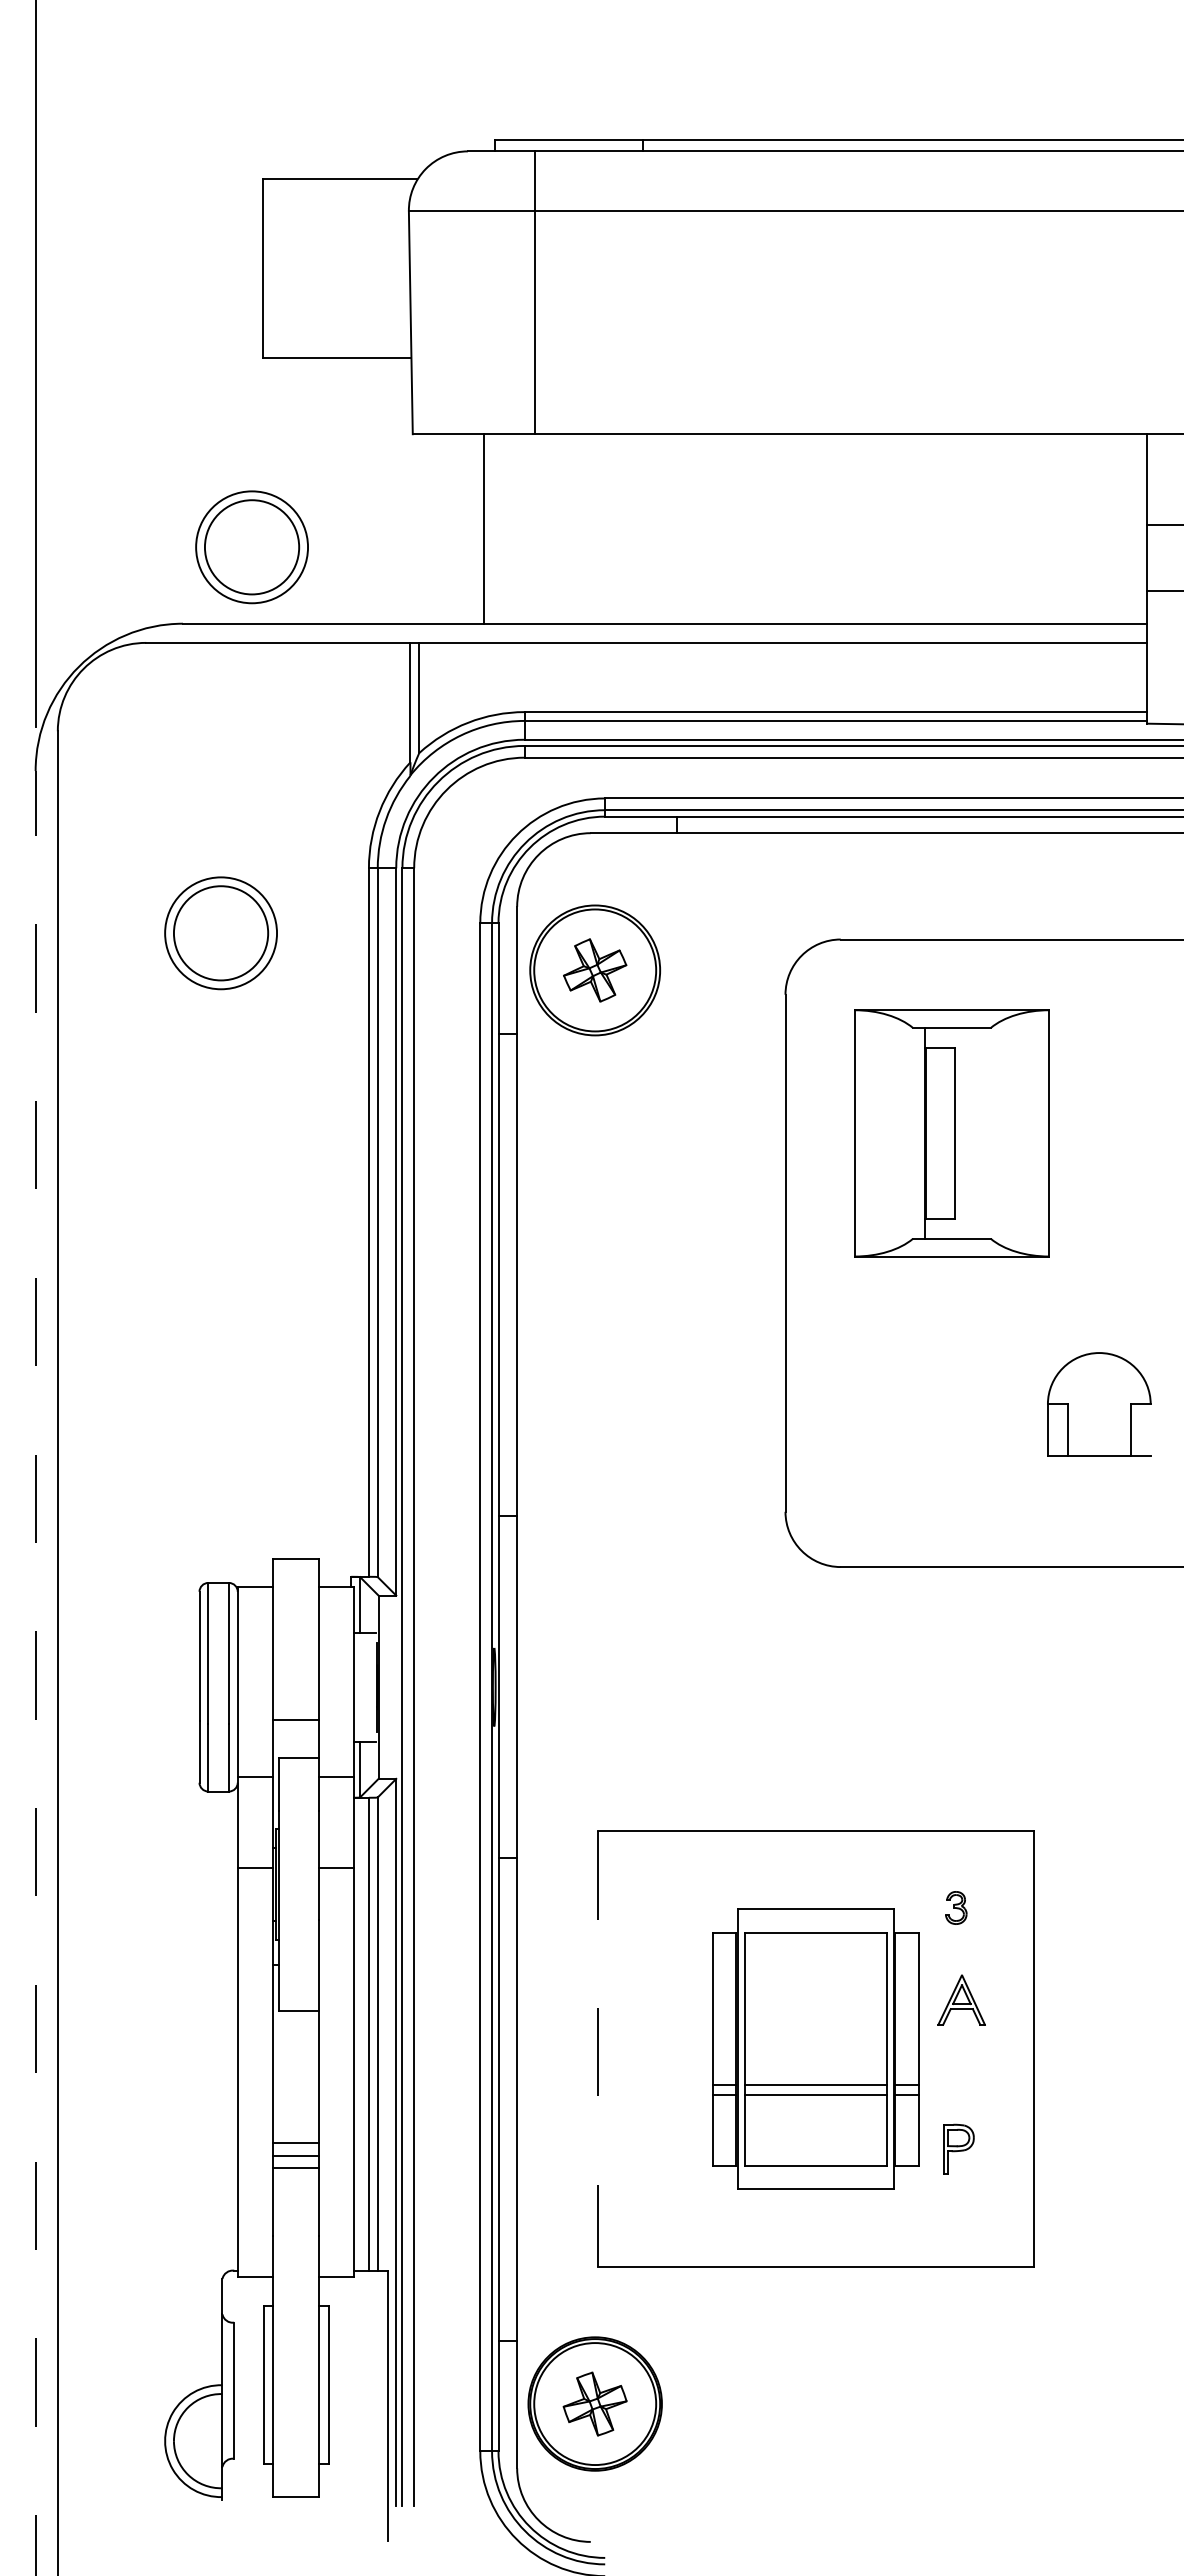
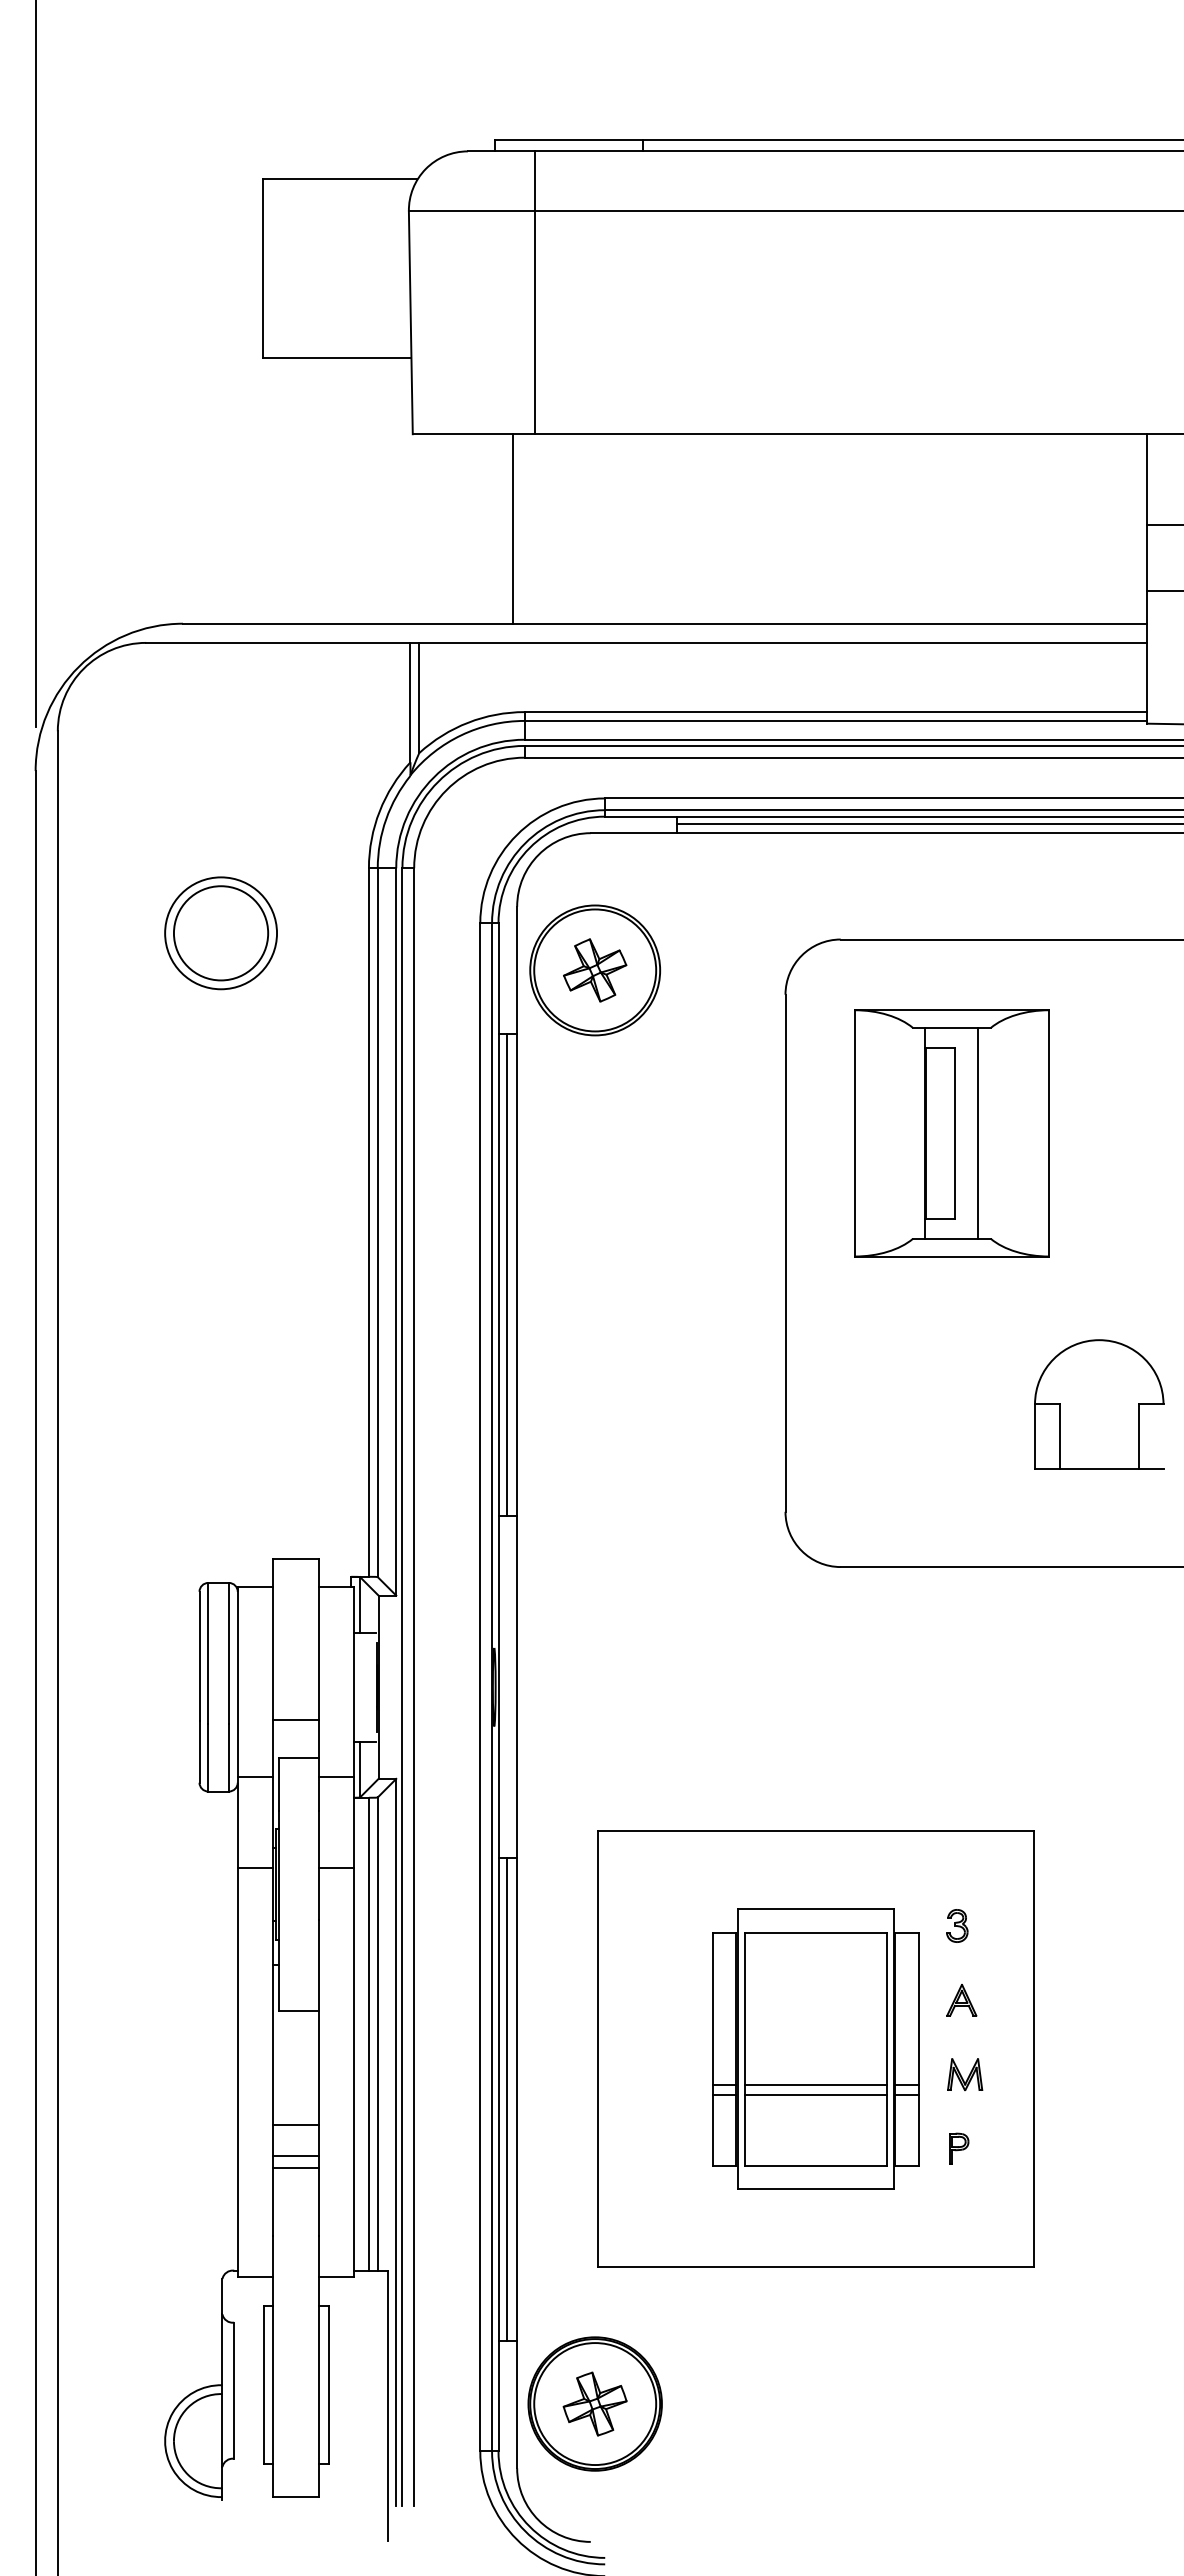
line at (484, 528) position: (484, 528) -> (513, 528)
part at (251, 547): present -> none
line at (928, 824): none -> present
line at (978, 1132): none -> present
line at (507, 1274): none -> present
part at (1099, 1404) size: 105x105 px -> 131x131 px
line at (35, 1672): dashed -> solid
part at (956, 1907) position: (956, 1907) -> (957, 1925)
part at (961, 1999) size: 49x52 px -> 32x33 px
line at (597, 2049): dashed -> solid
part at (965, 2074): none -> present
line at (507, 2099): none -> present
line at (295, 2142) position: (295, 2142) -> (295, 2124)
part at (958, 2148) size: 32x52 px -> 21x33 px
